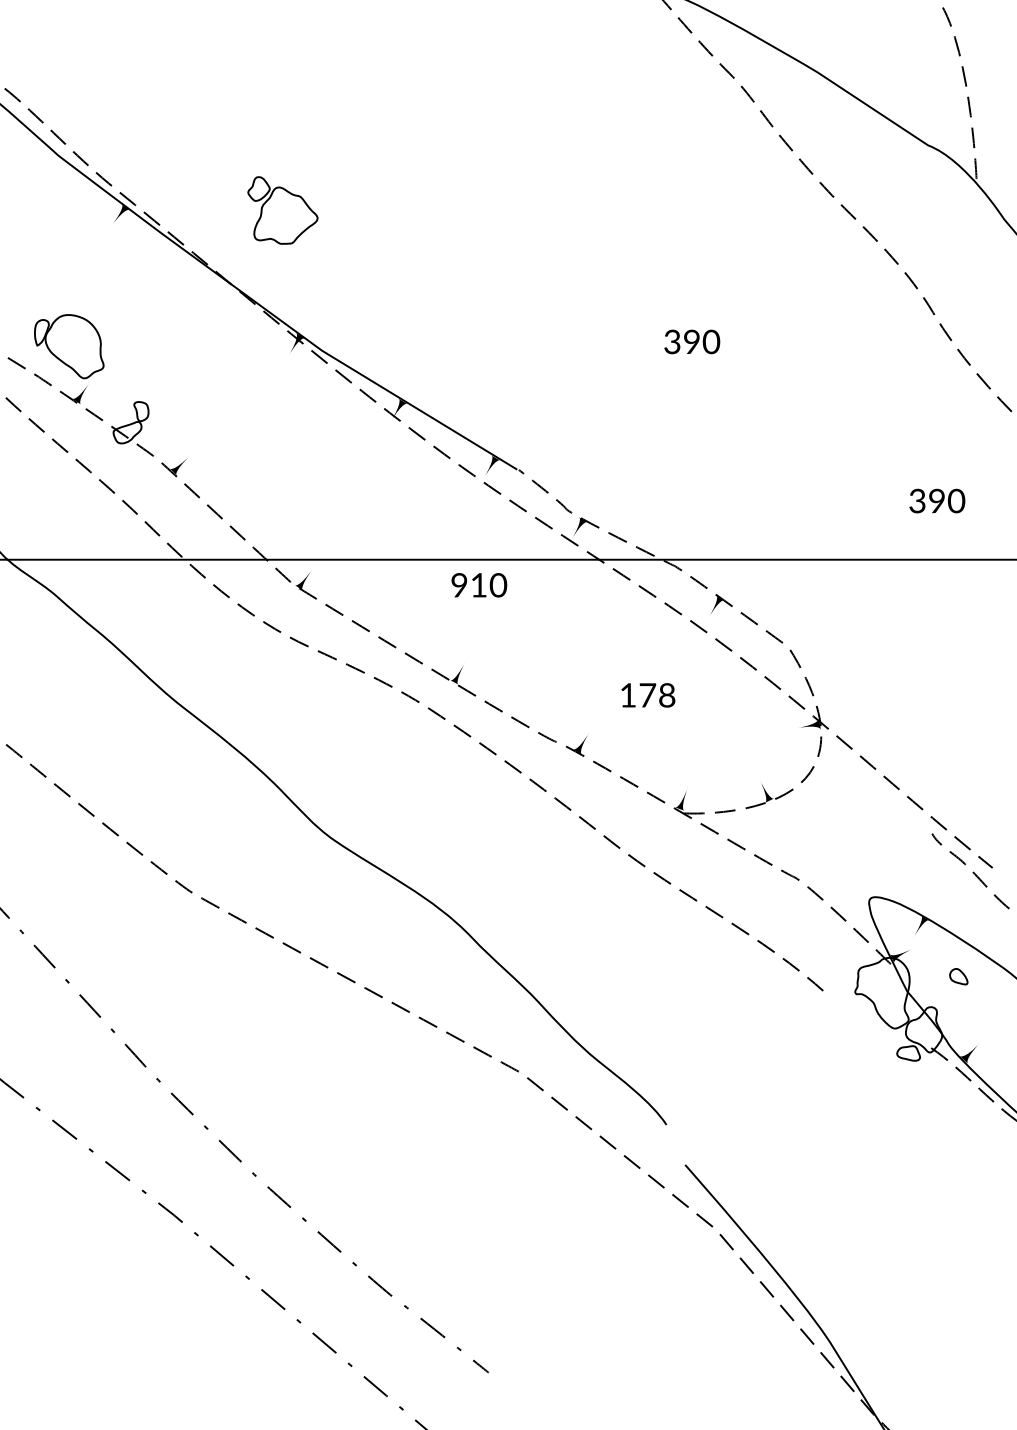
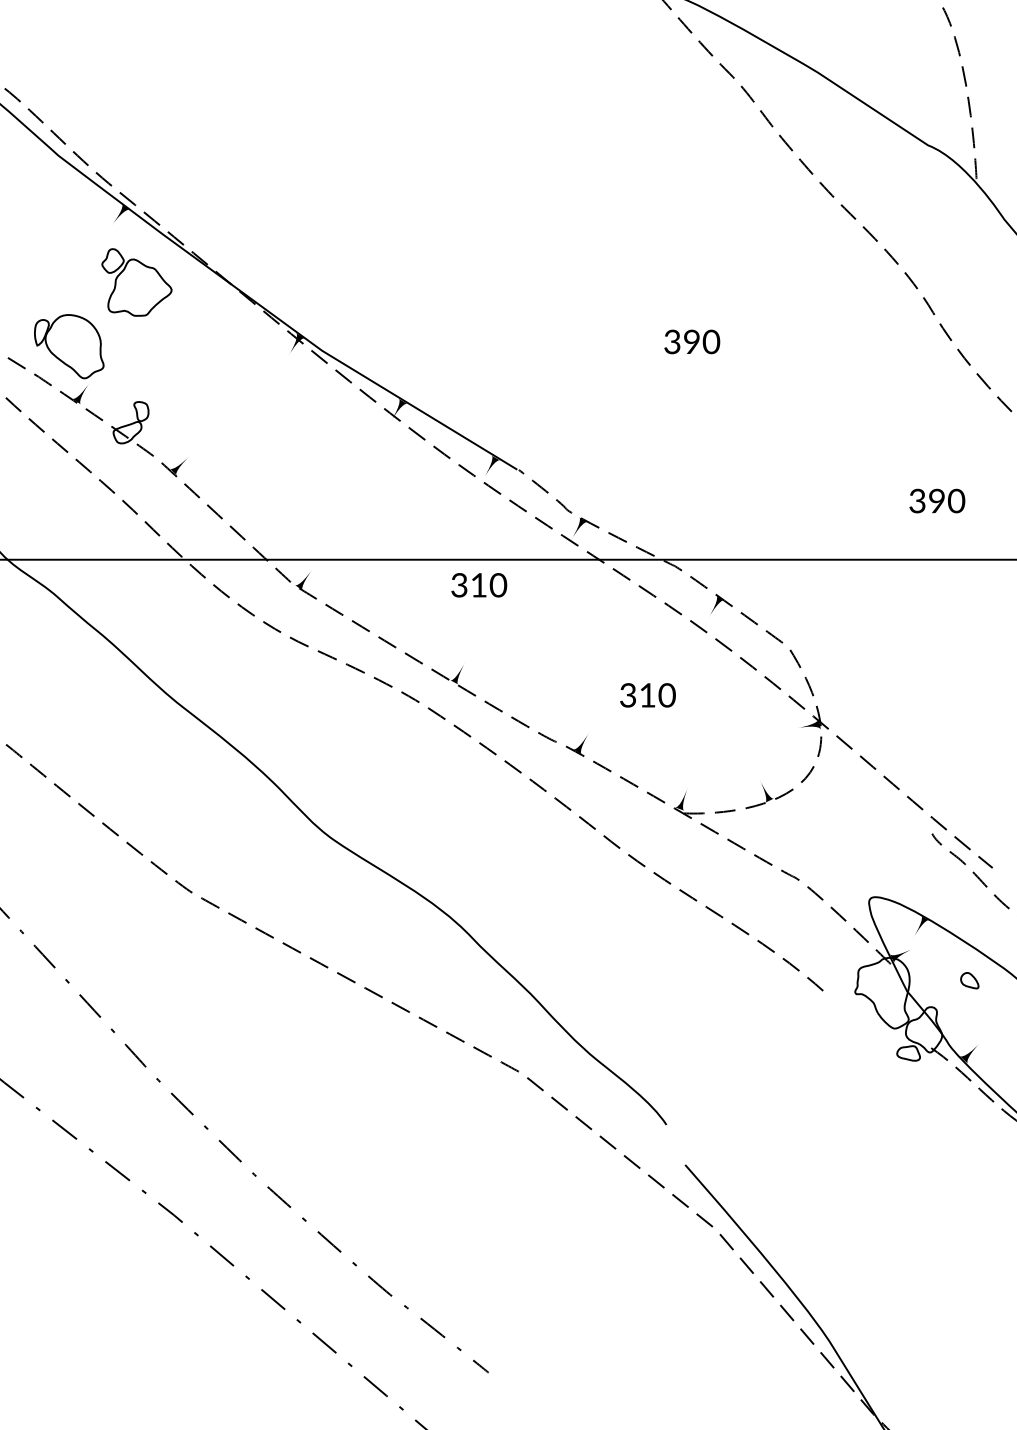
part at (282, 210) position: (282, 210) -> (136, 282)
text at (459, 585): 910 -> 310
text at (647, 695): 178 -> 310
part at (958, 976) position: (958, 976) -> (969, 980)
